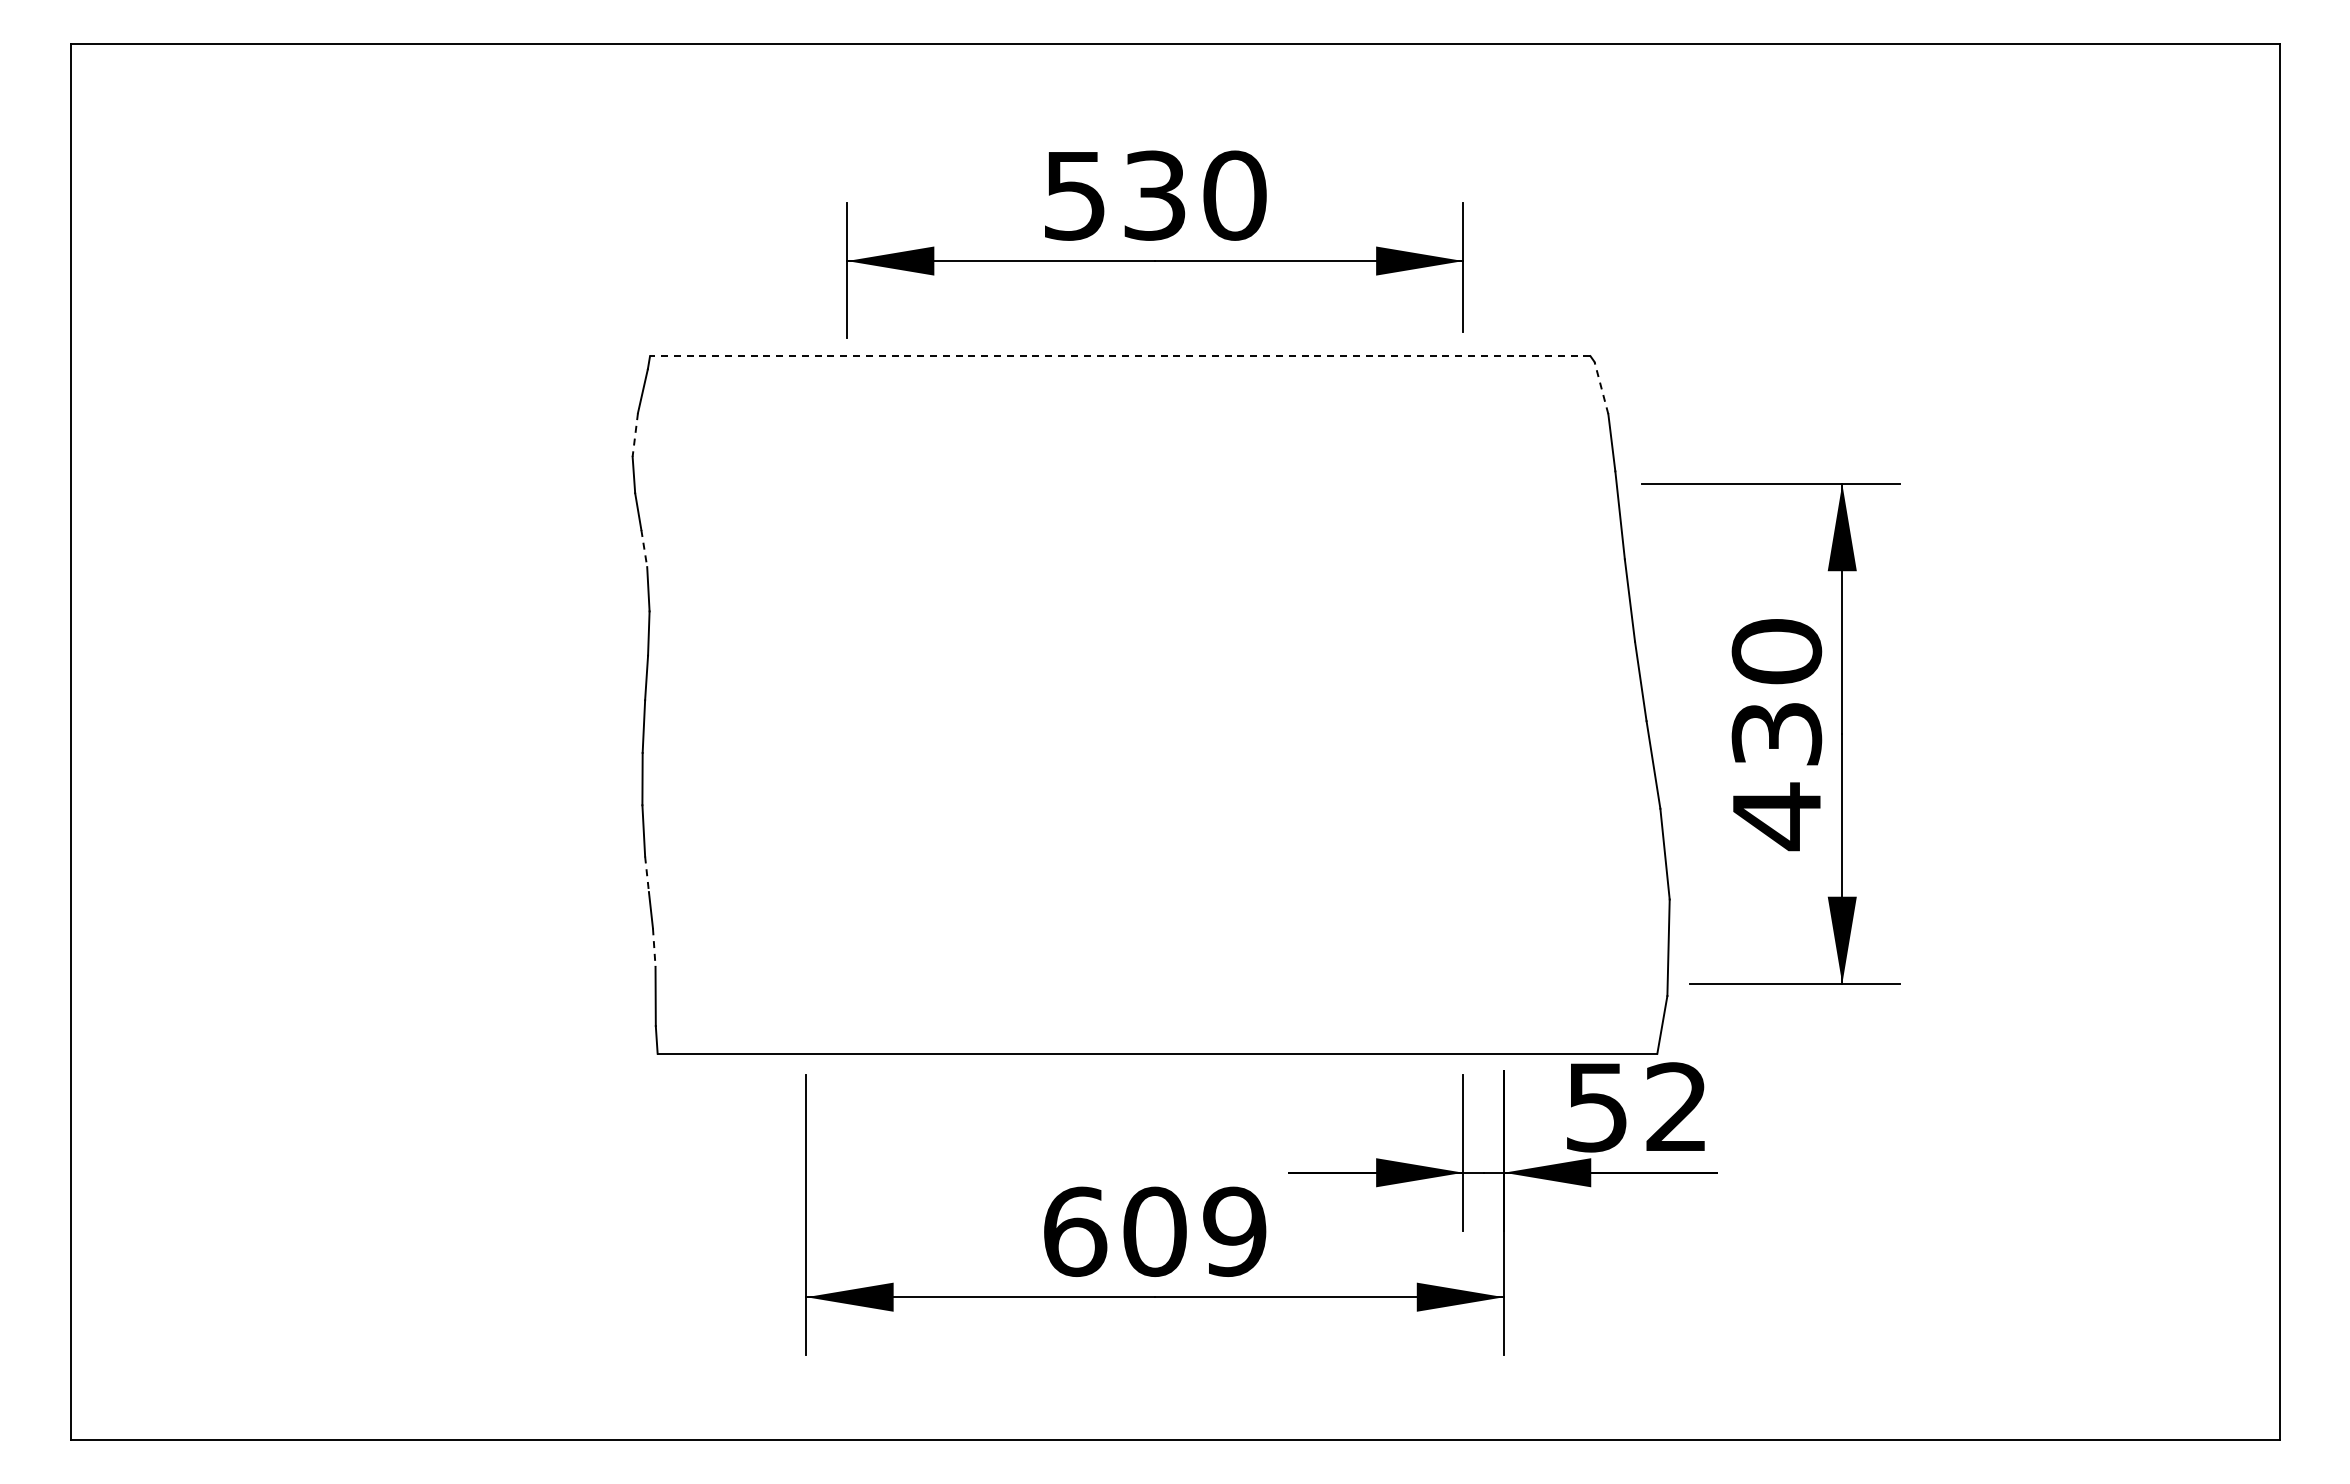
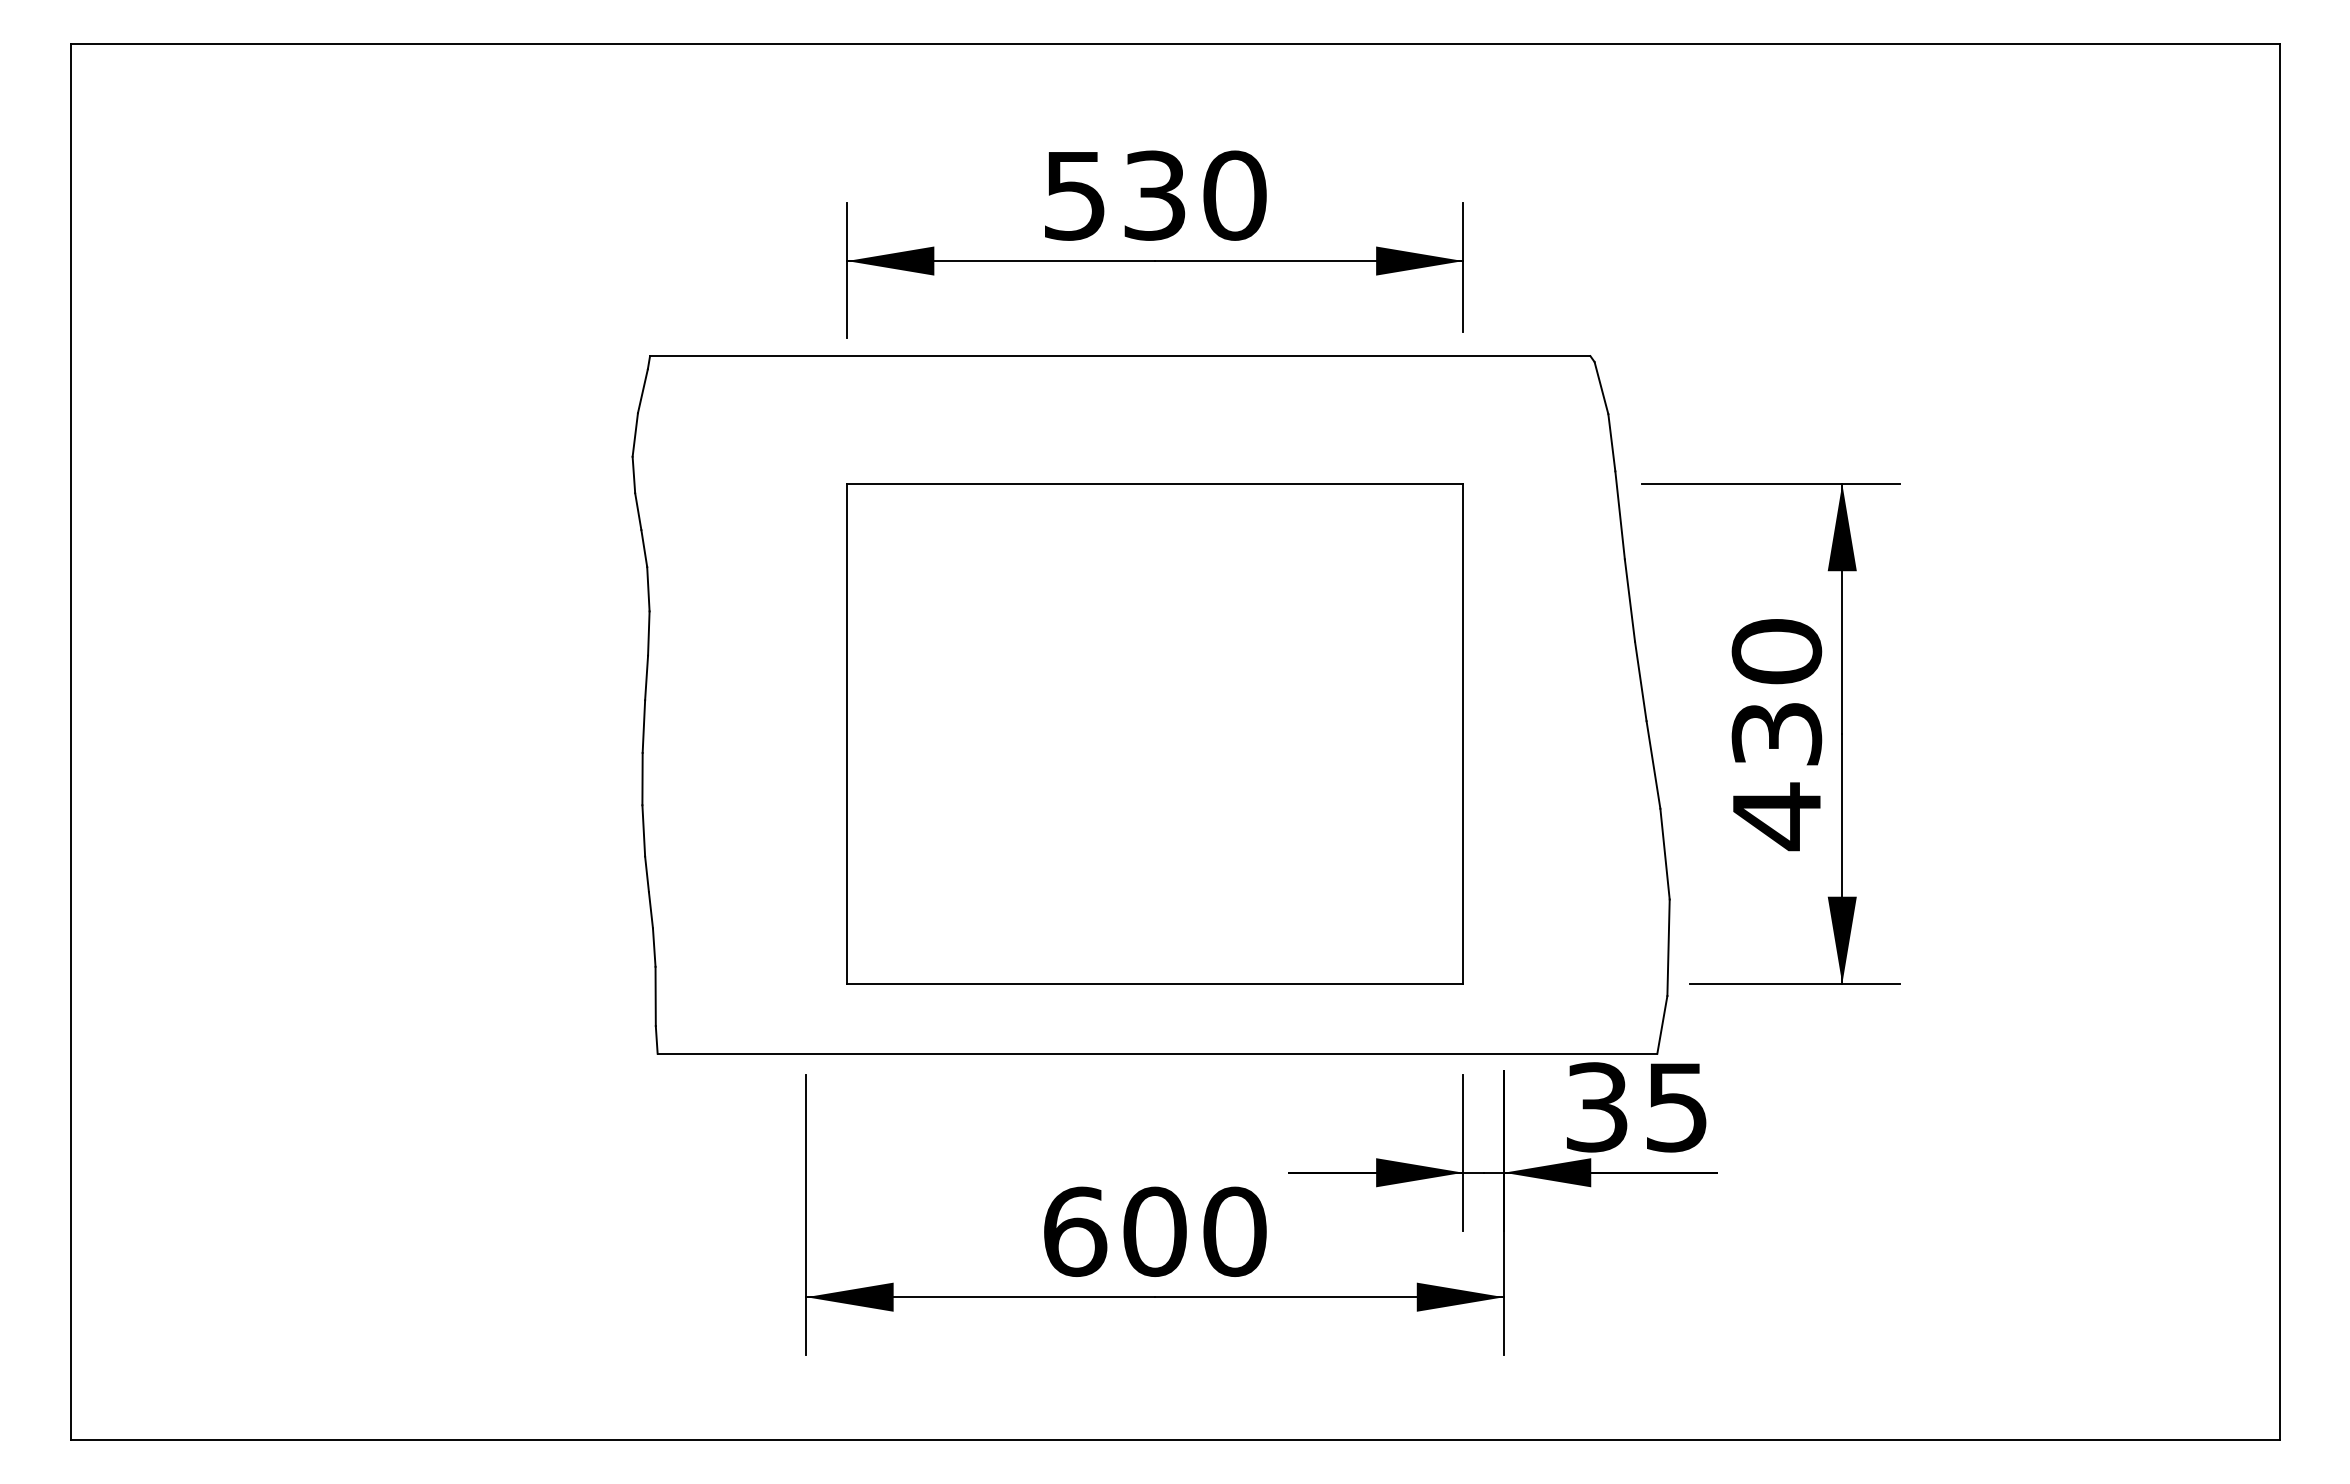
line at (1119, 356): dashed -> solid
line at (1601, 388): dashed -> solid
line at (635, 434): dashed -> solid
line at (644, 548): dashed -> solid
part at (1154, 733): none -> present
line at (647, 874): dashed -> solid
line at (654, 948): dashed -> solid
text at (1636, 1107): 52 -> 35
text at (1234, 1231): 609 -> 600
